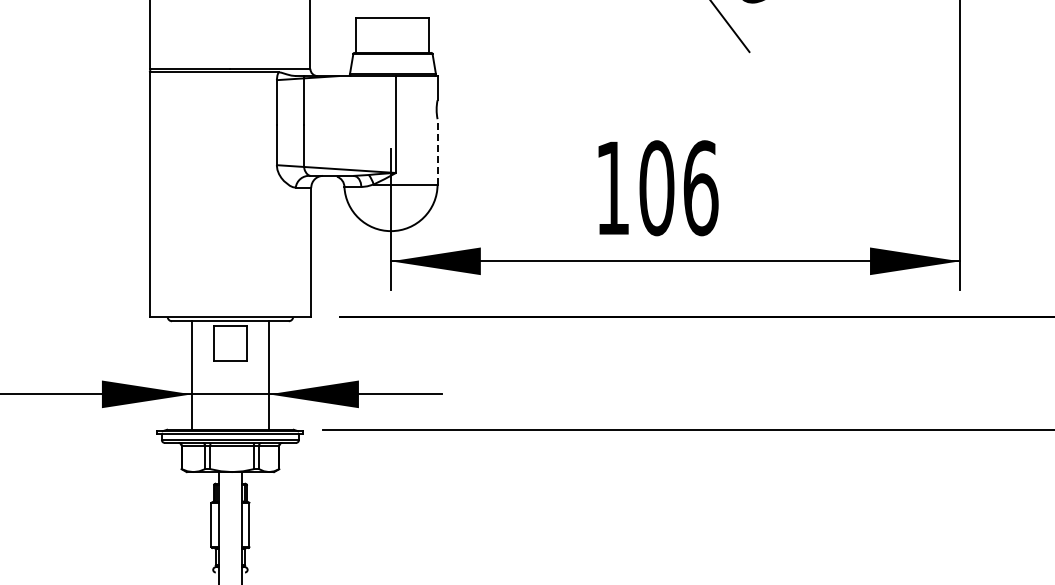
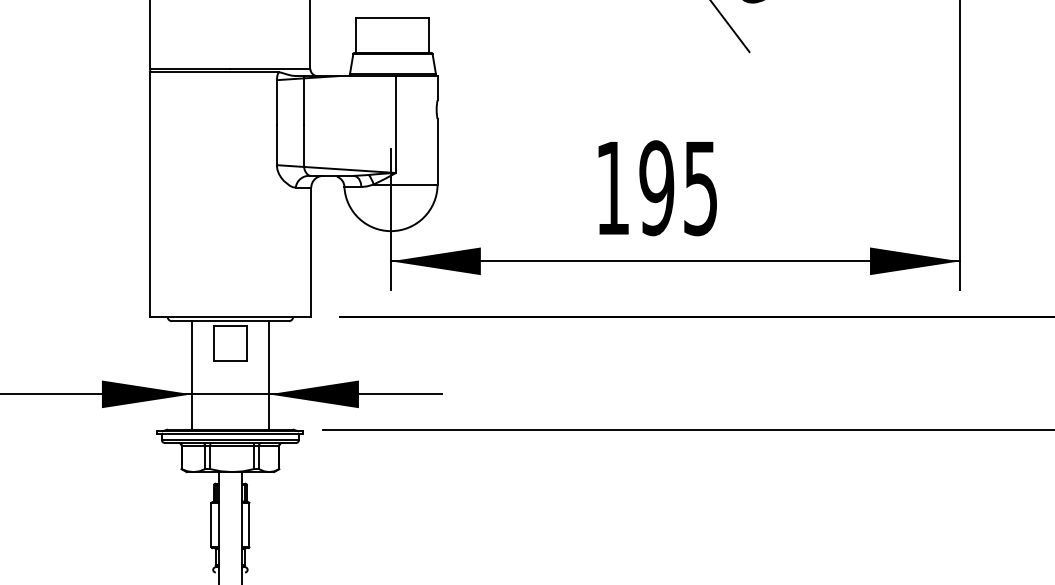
line at (437, 151): dashed -> solid
text at (678, 188): 106 -> 195
